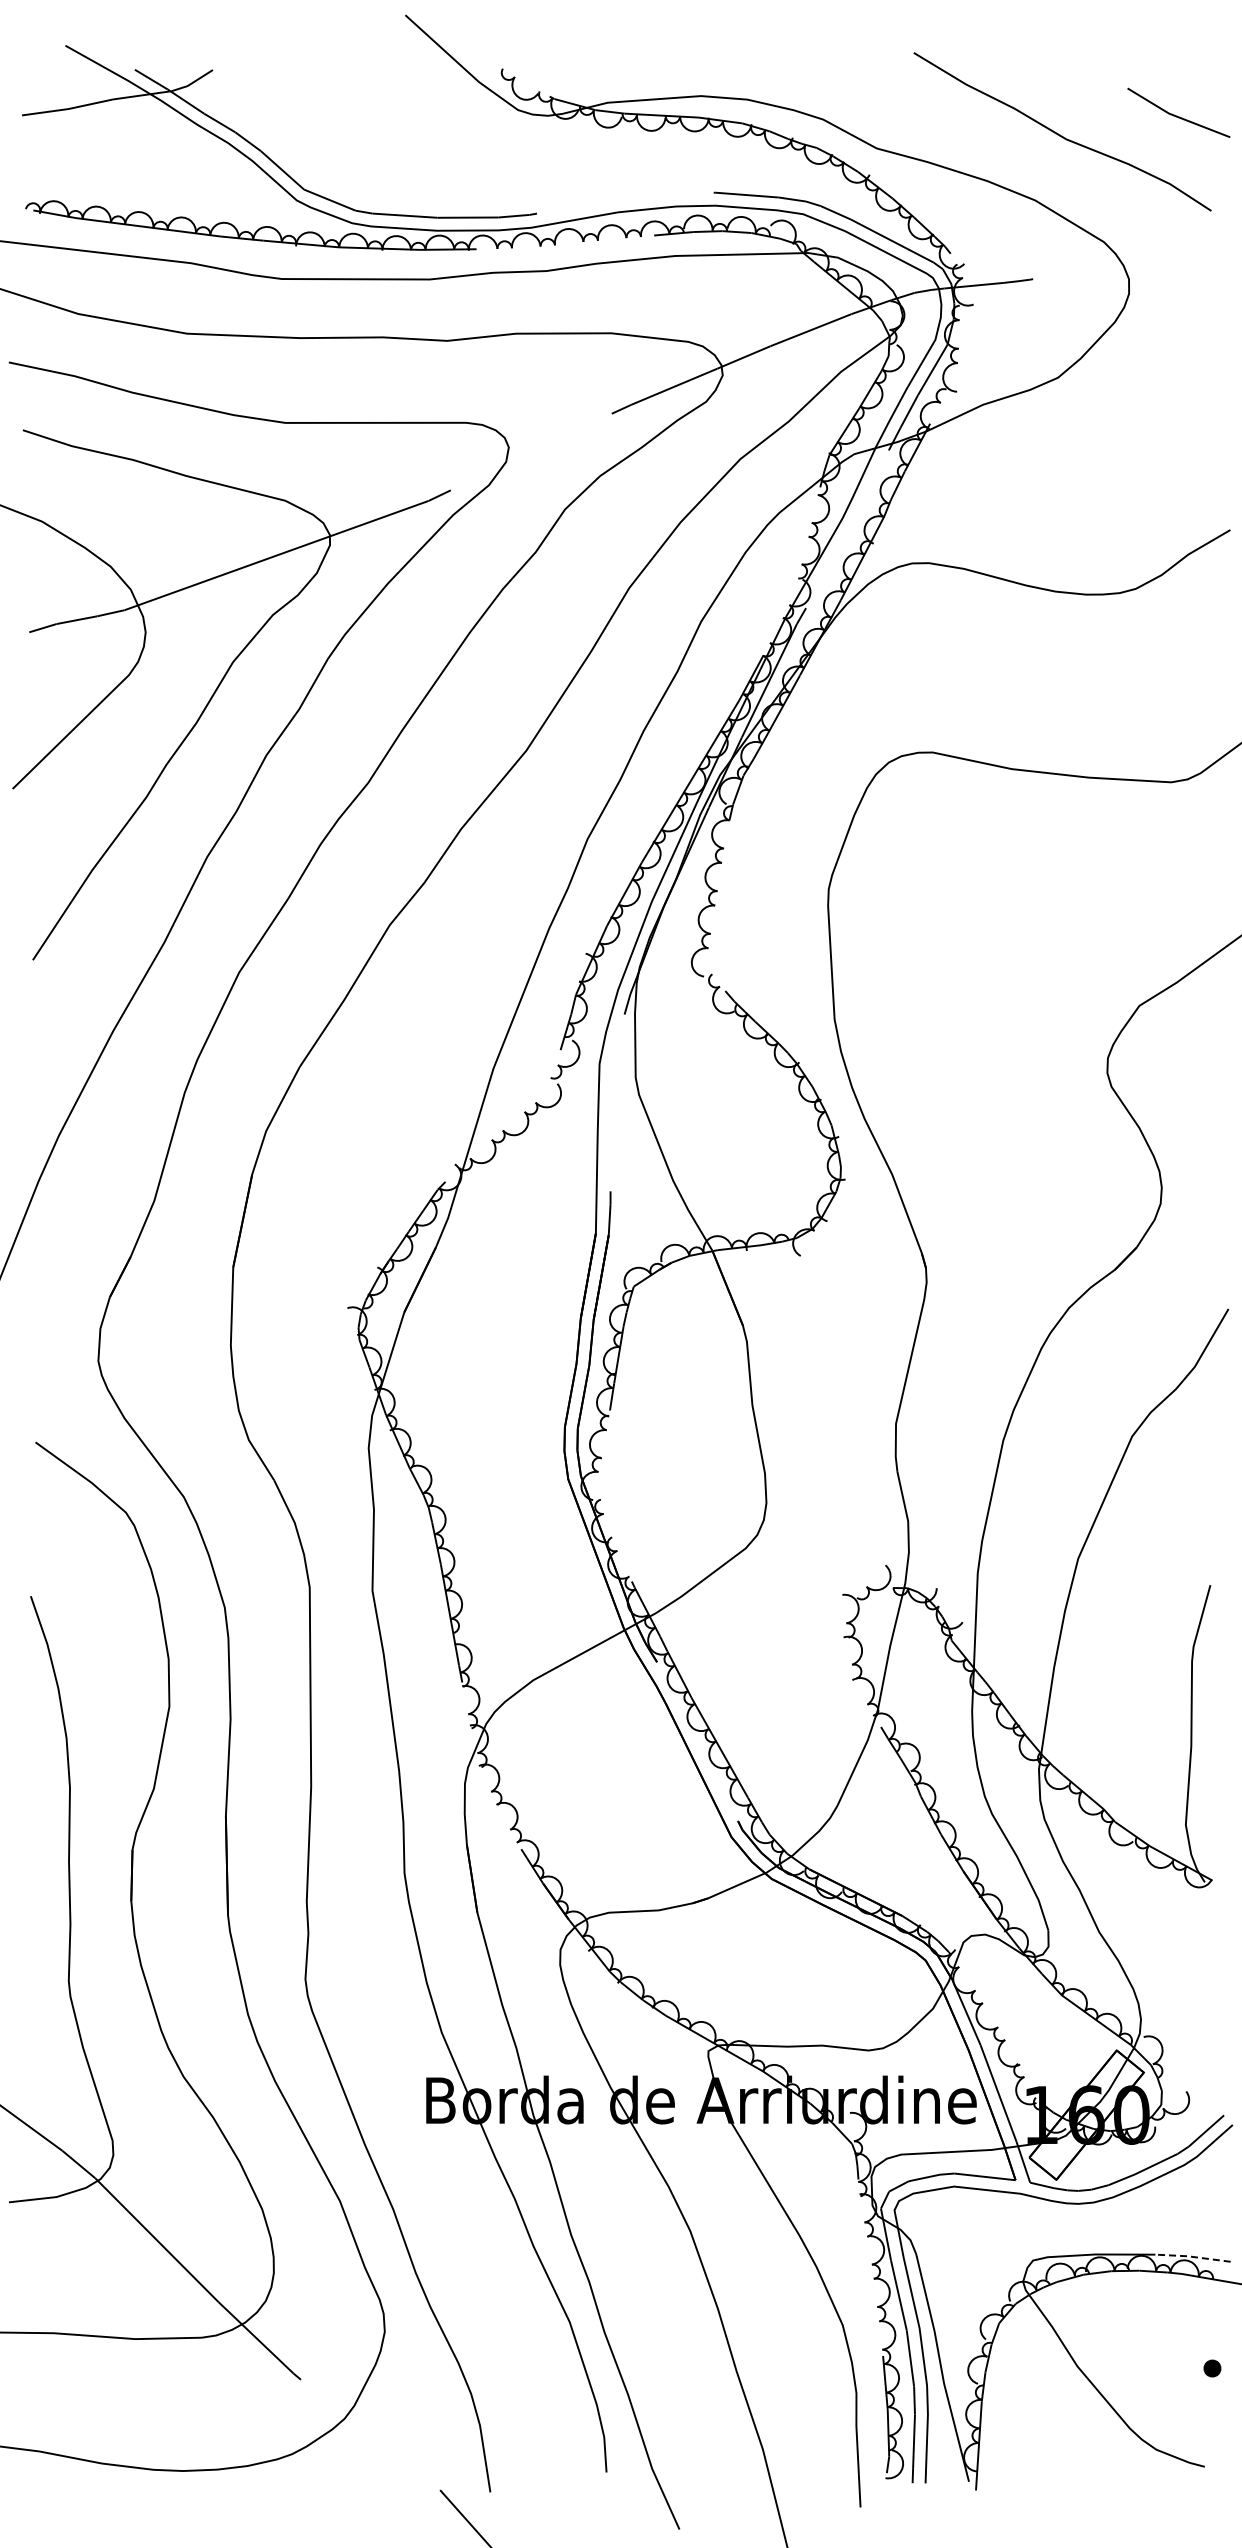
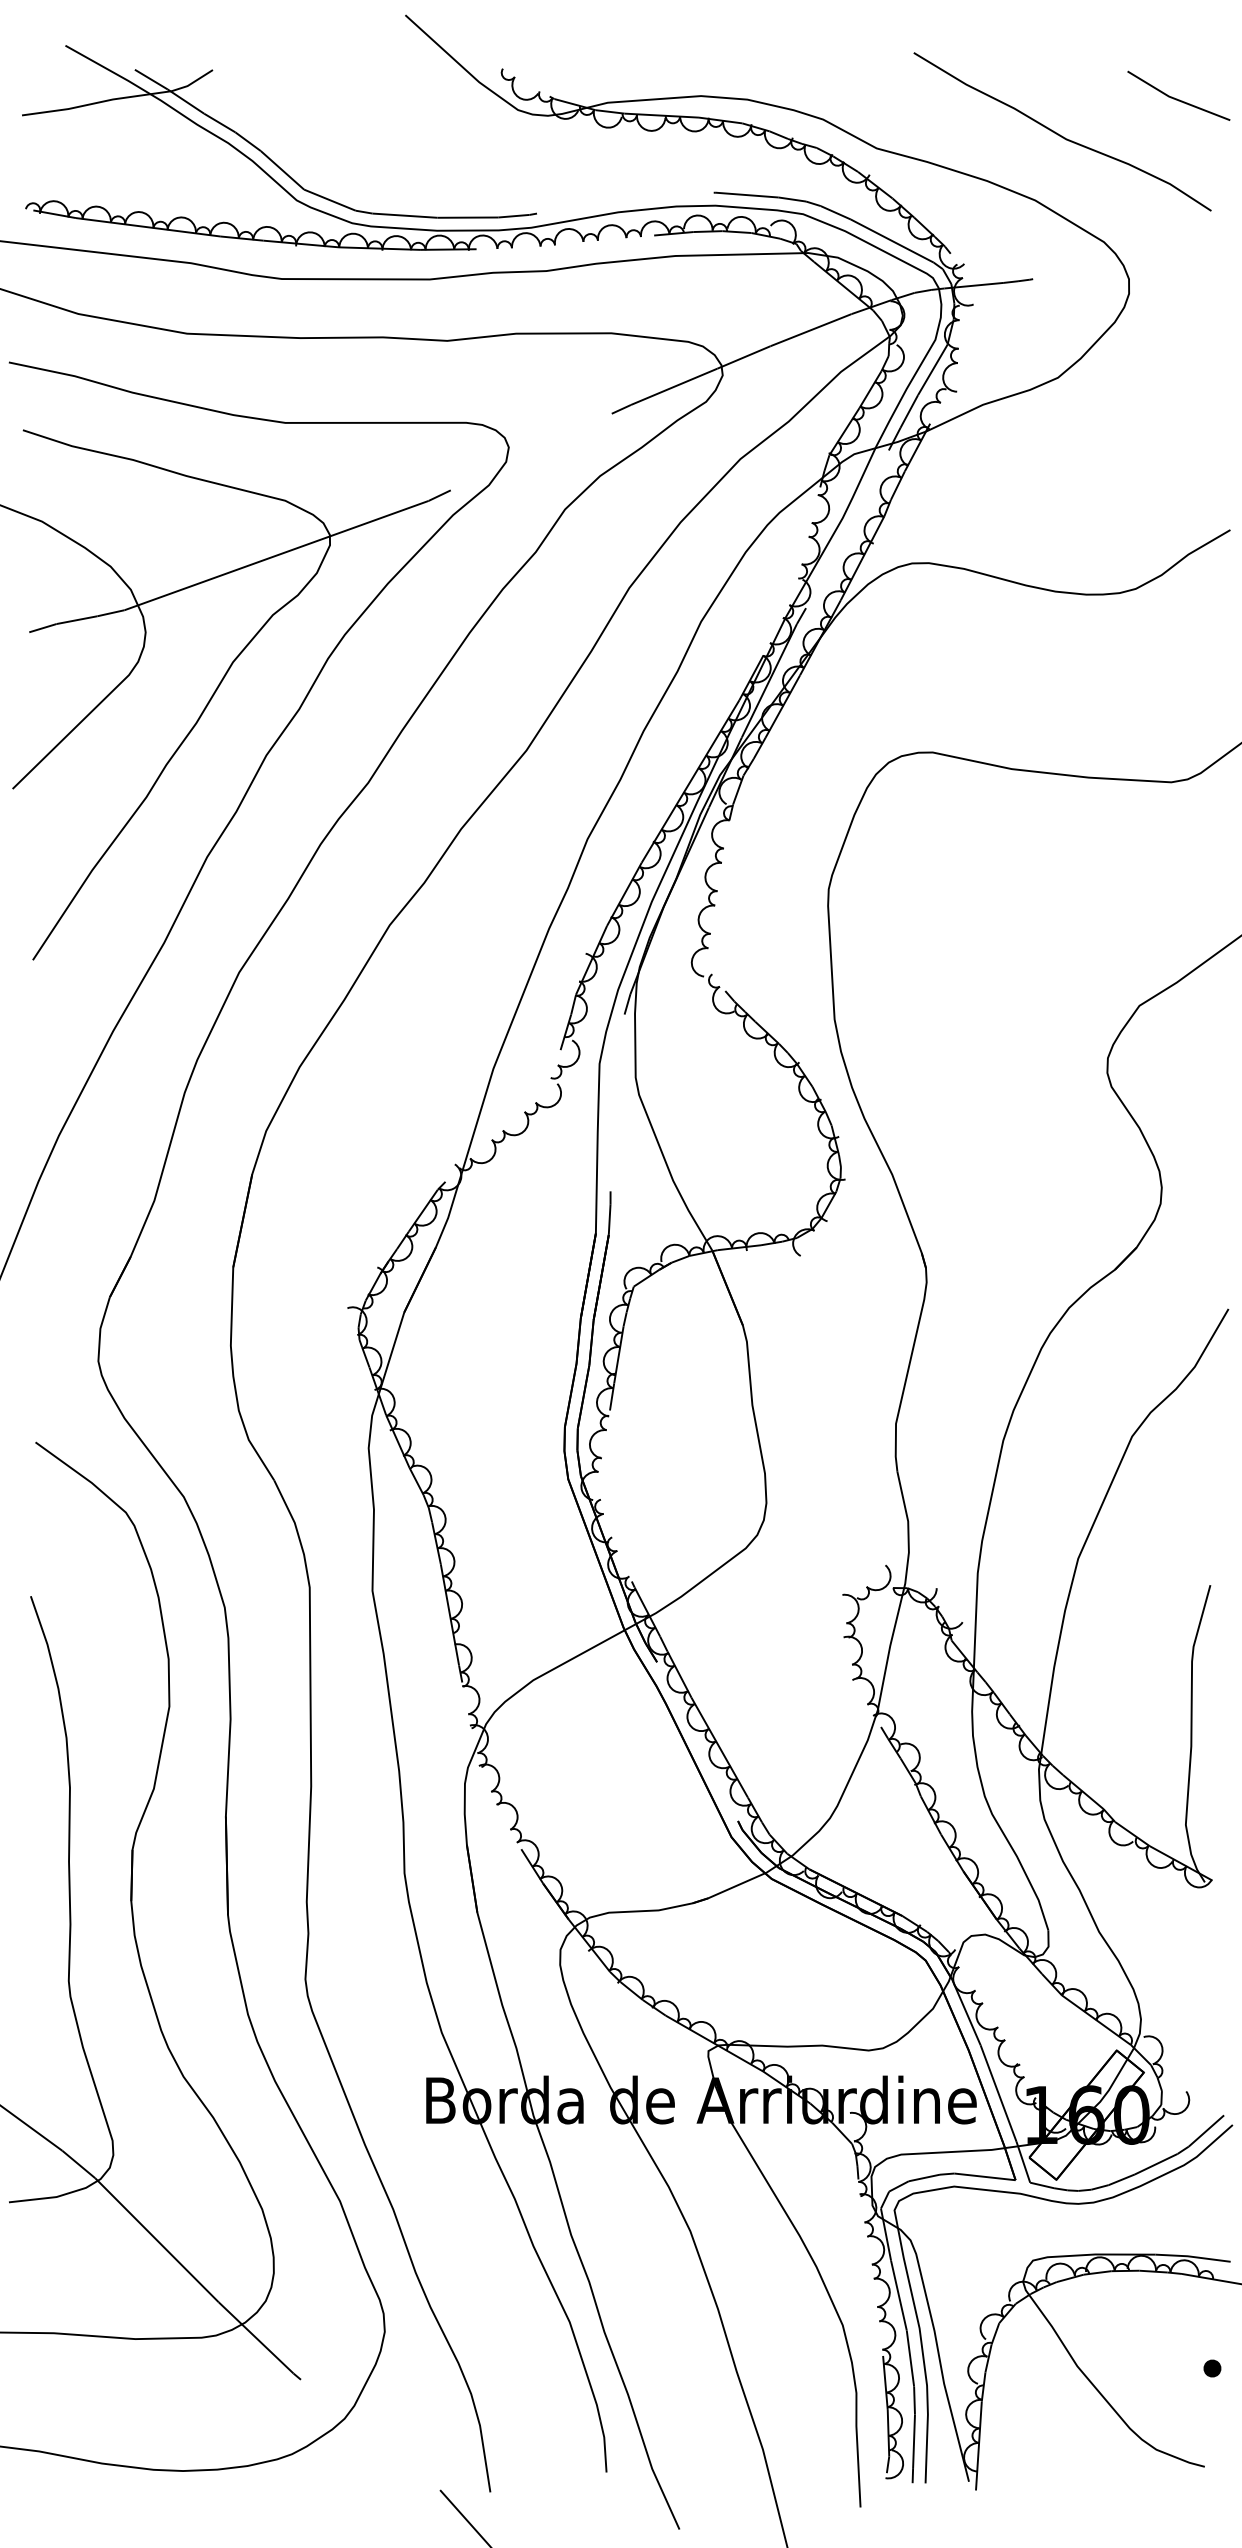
line at (1177, 115) position: (1177, 115) -> (1177, 98)
line at (1192, 2256): dashed -> solid
